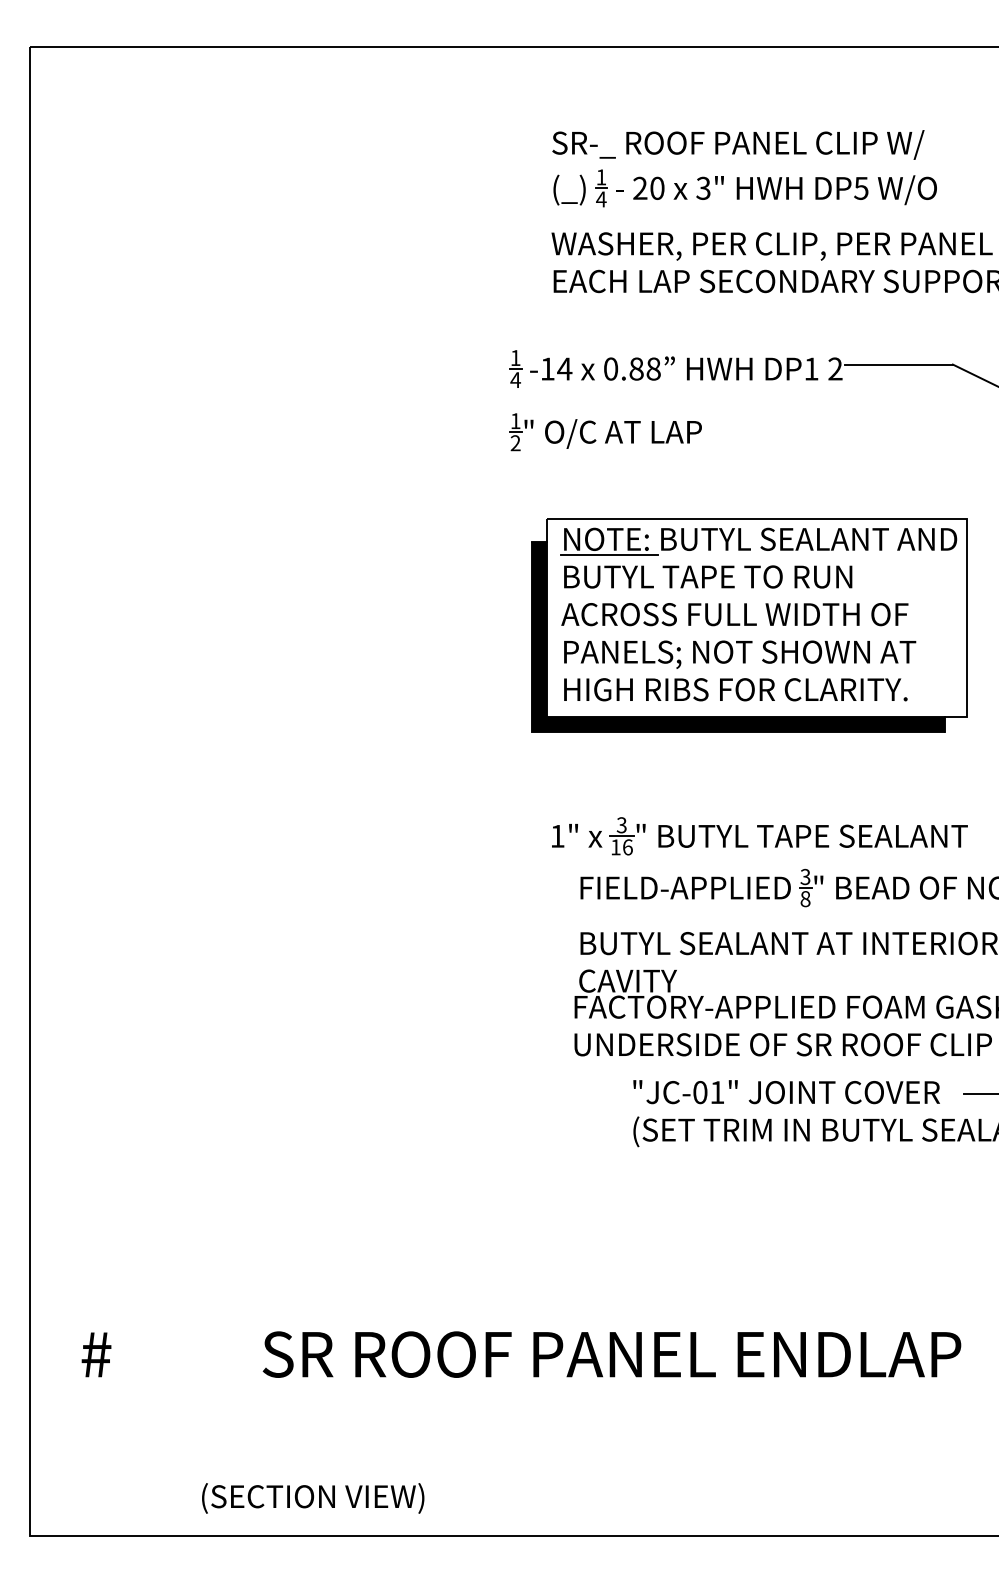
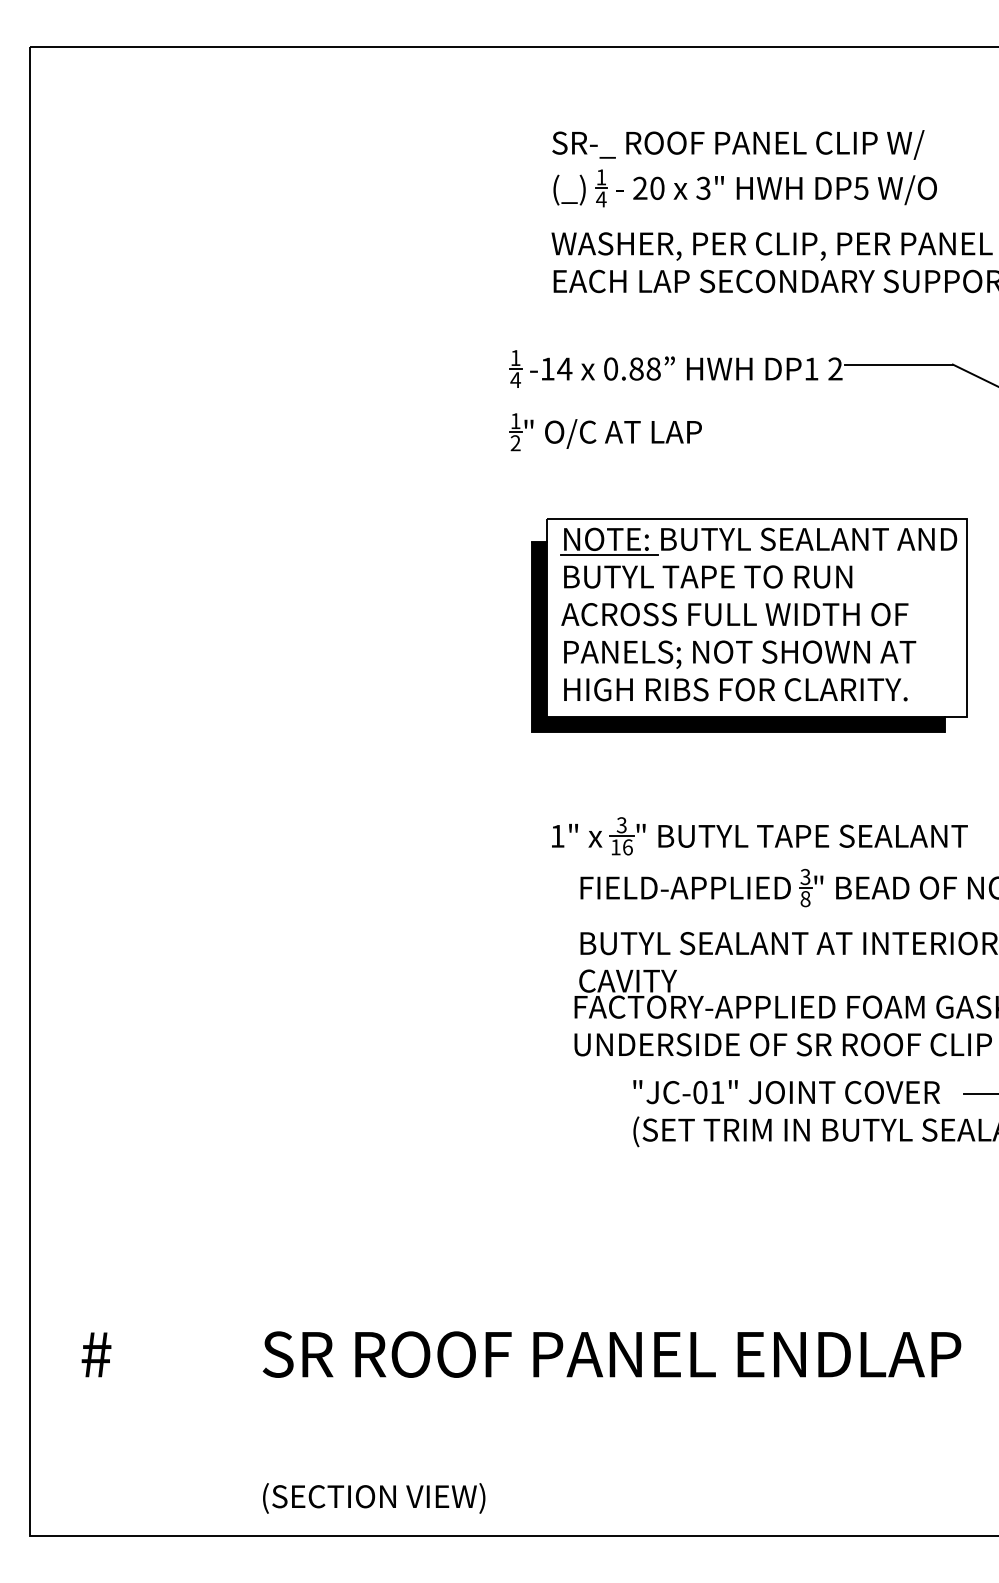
text at (313, 1498) position: (313, 1498) -> (374, 1498)
